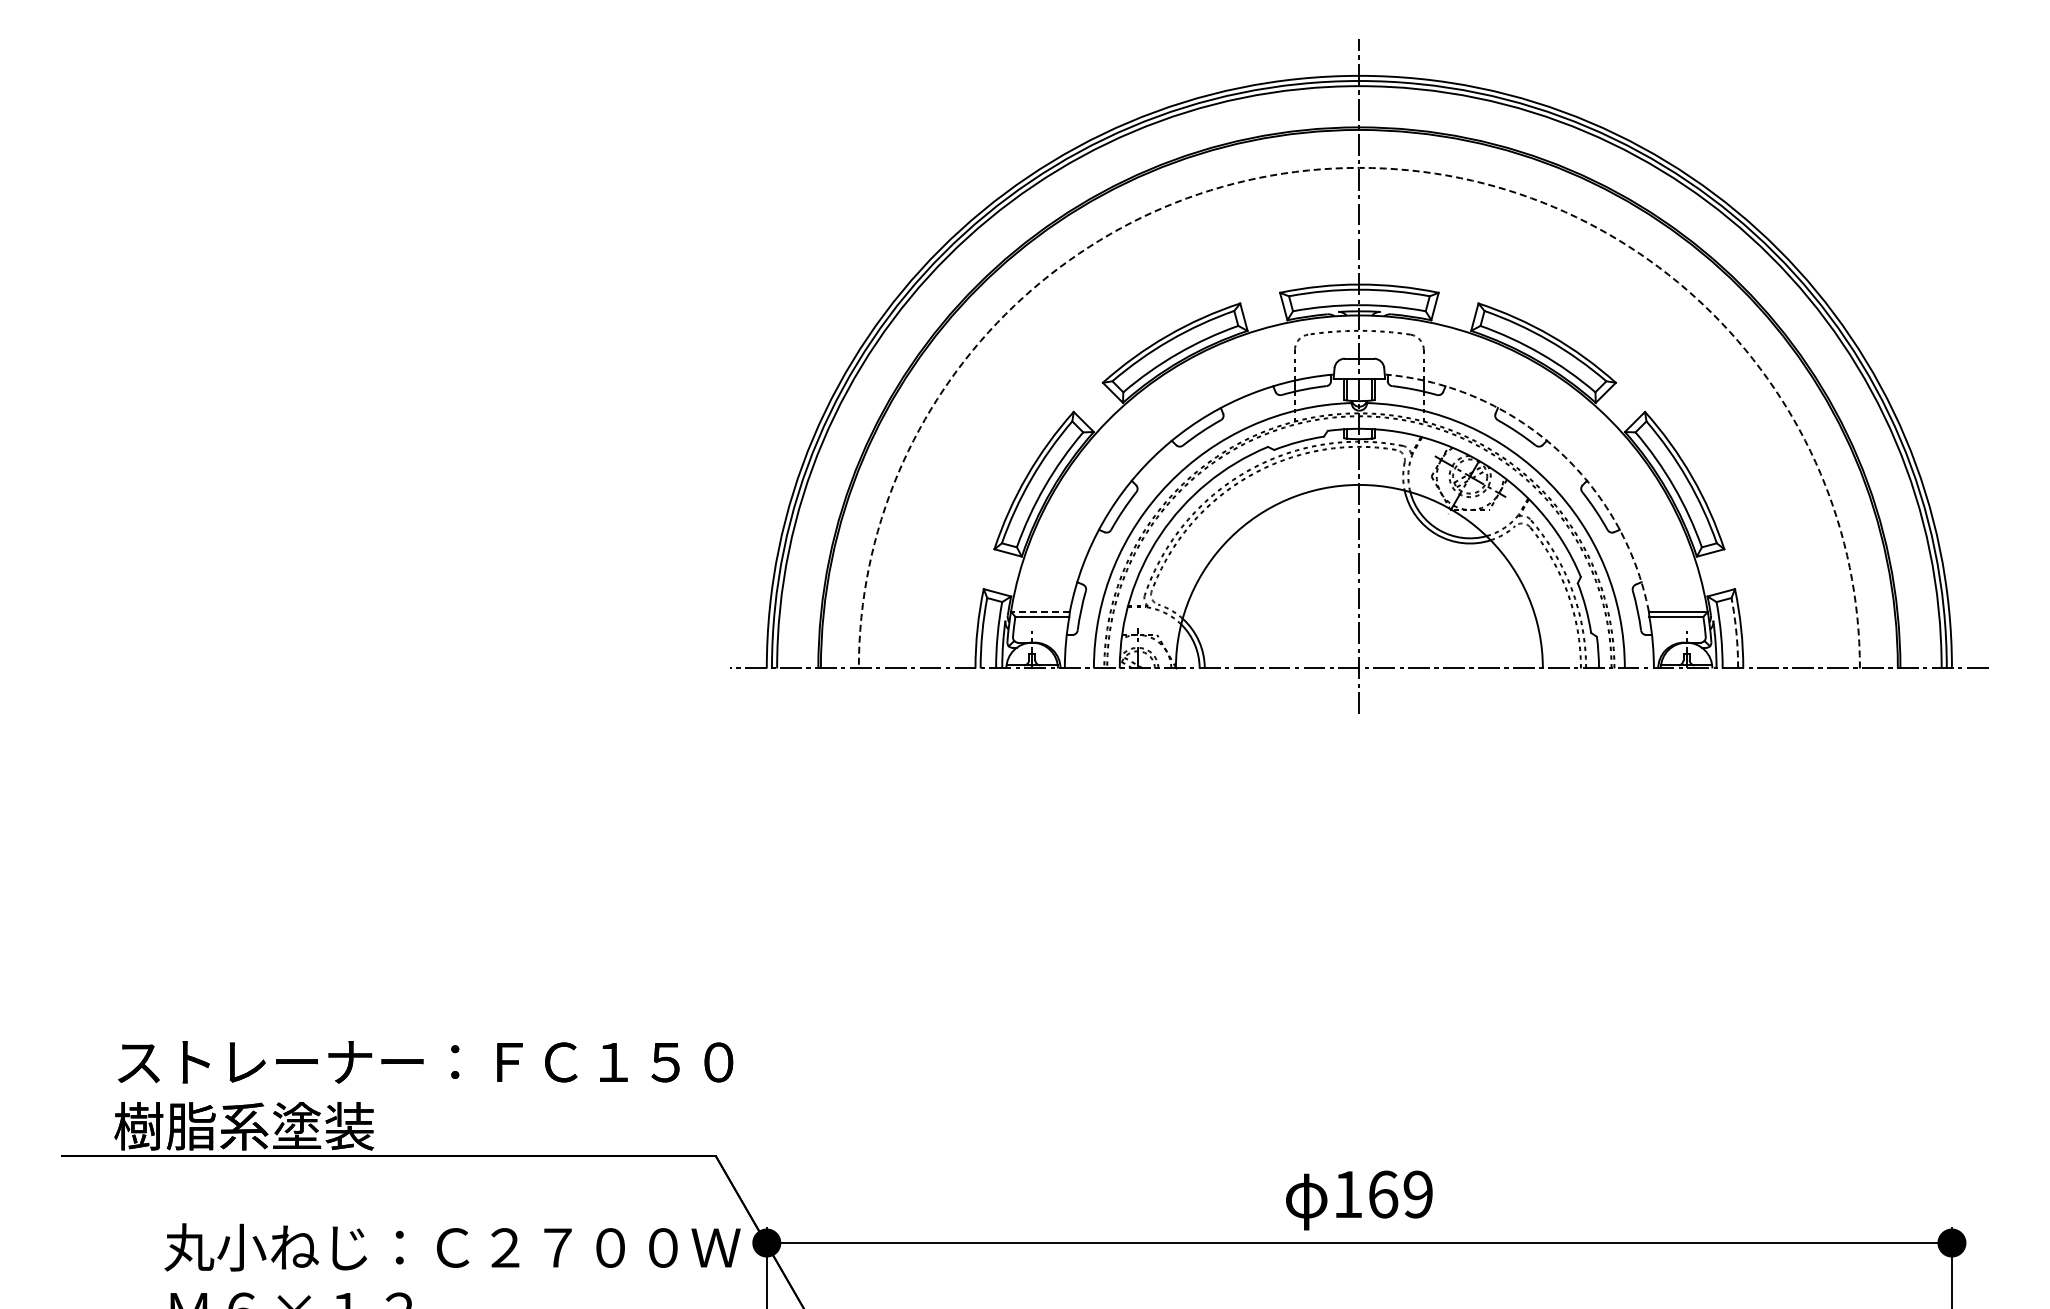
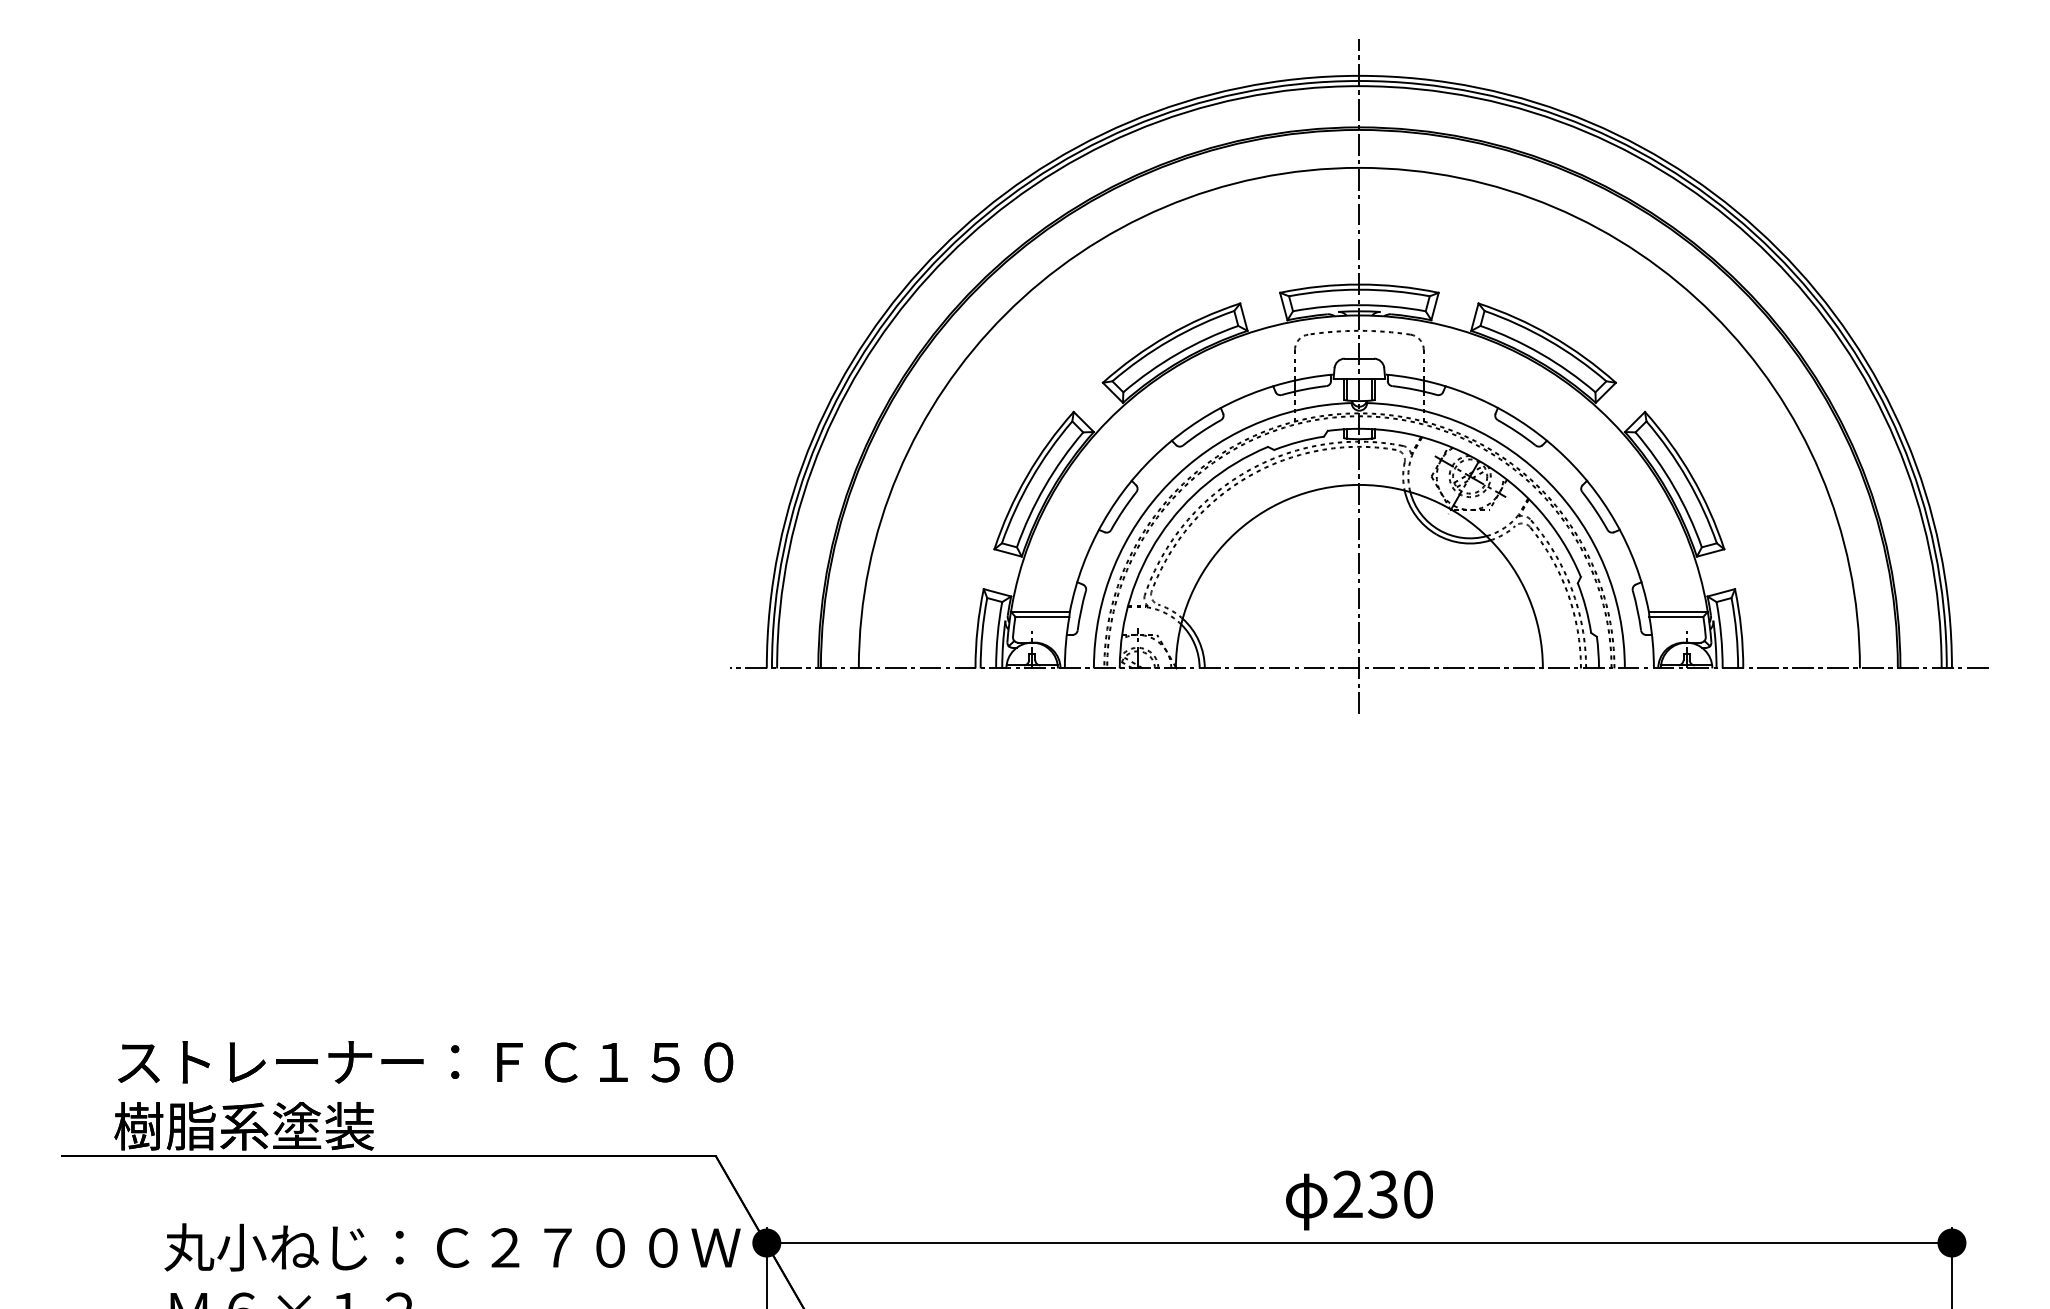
arc at (1359, 167): dashed -> solid
arc at (1556, 449): dashed -> solid
line at (1039, 611): dashed -> solid
arc at (1736, 633): dashed -> solid
text at (1382, 1194): 169 -> 230
